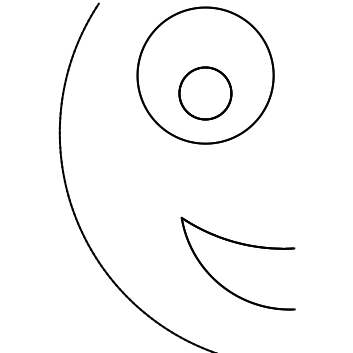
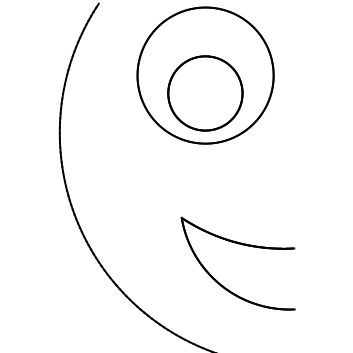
part at (205, 93) size: 55x55 px -> 77x77 px
